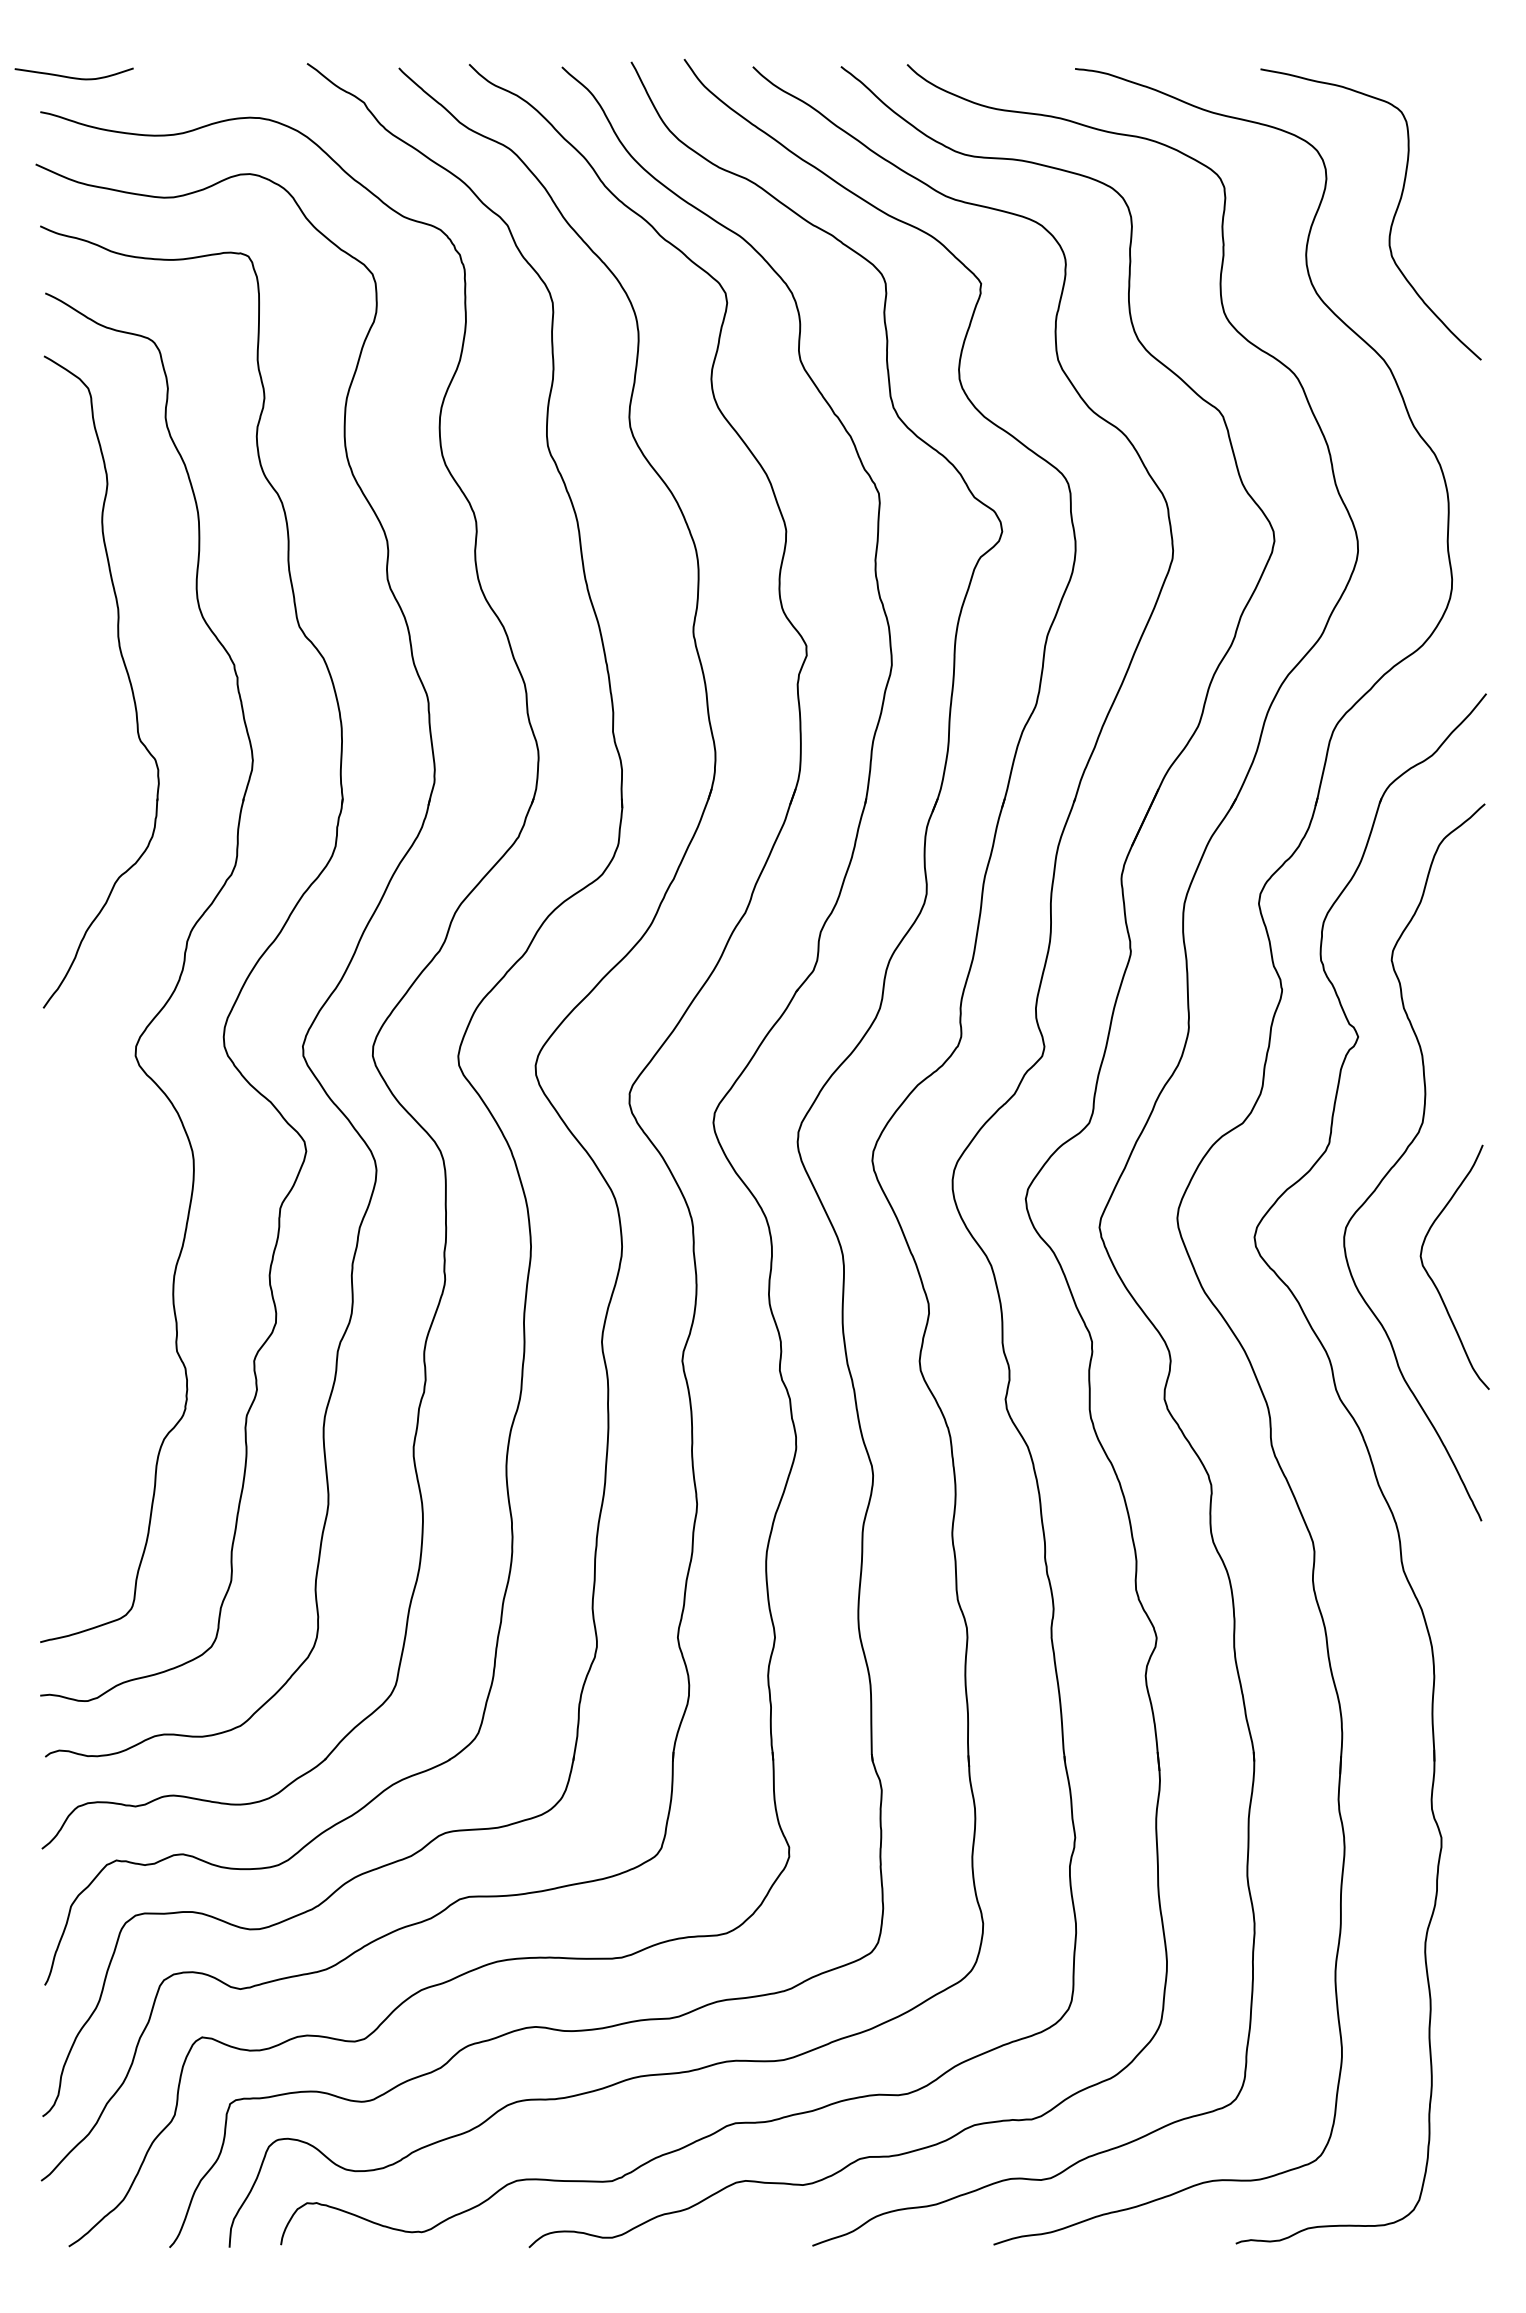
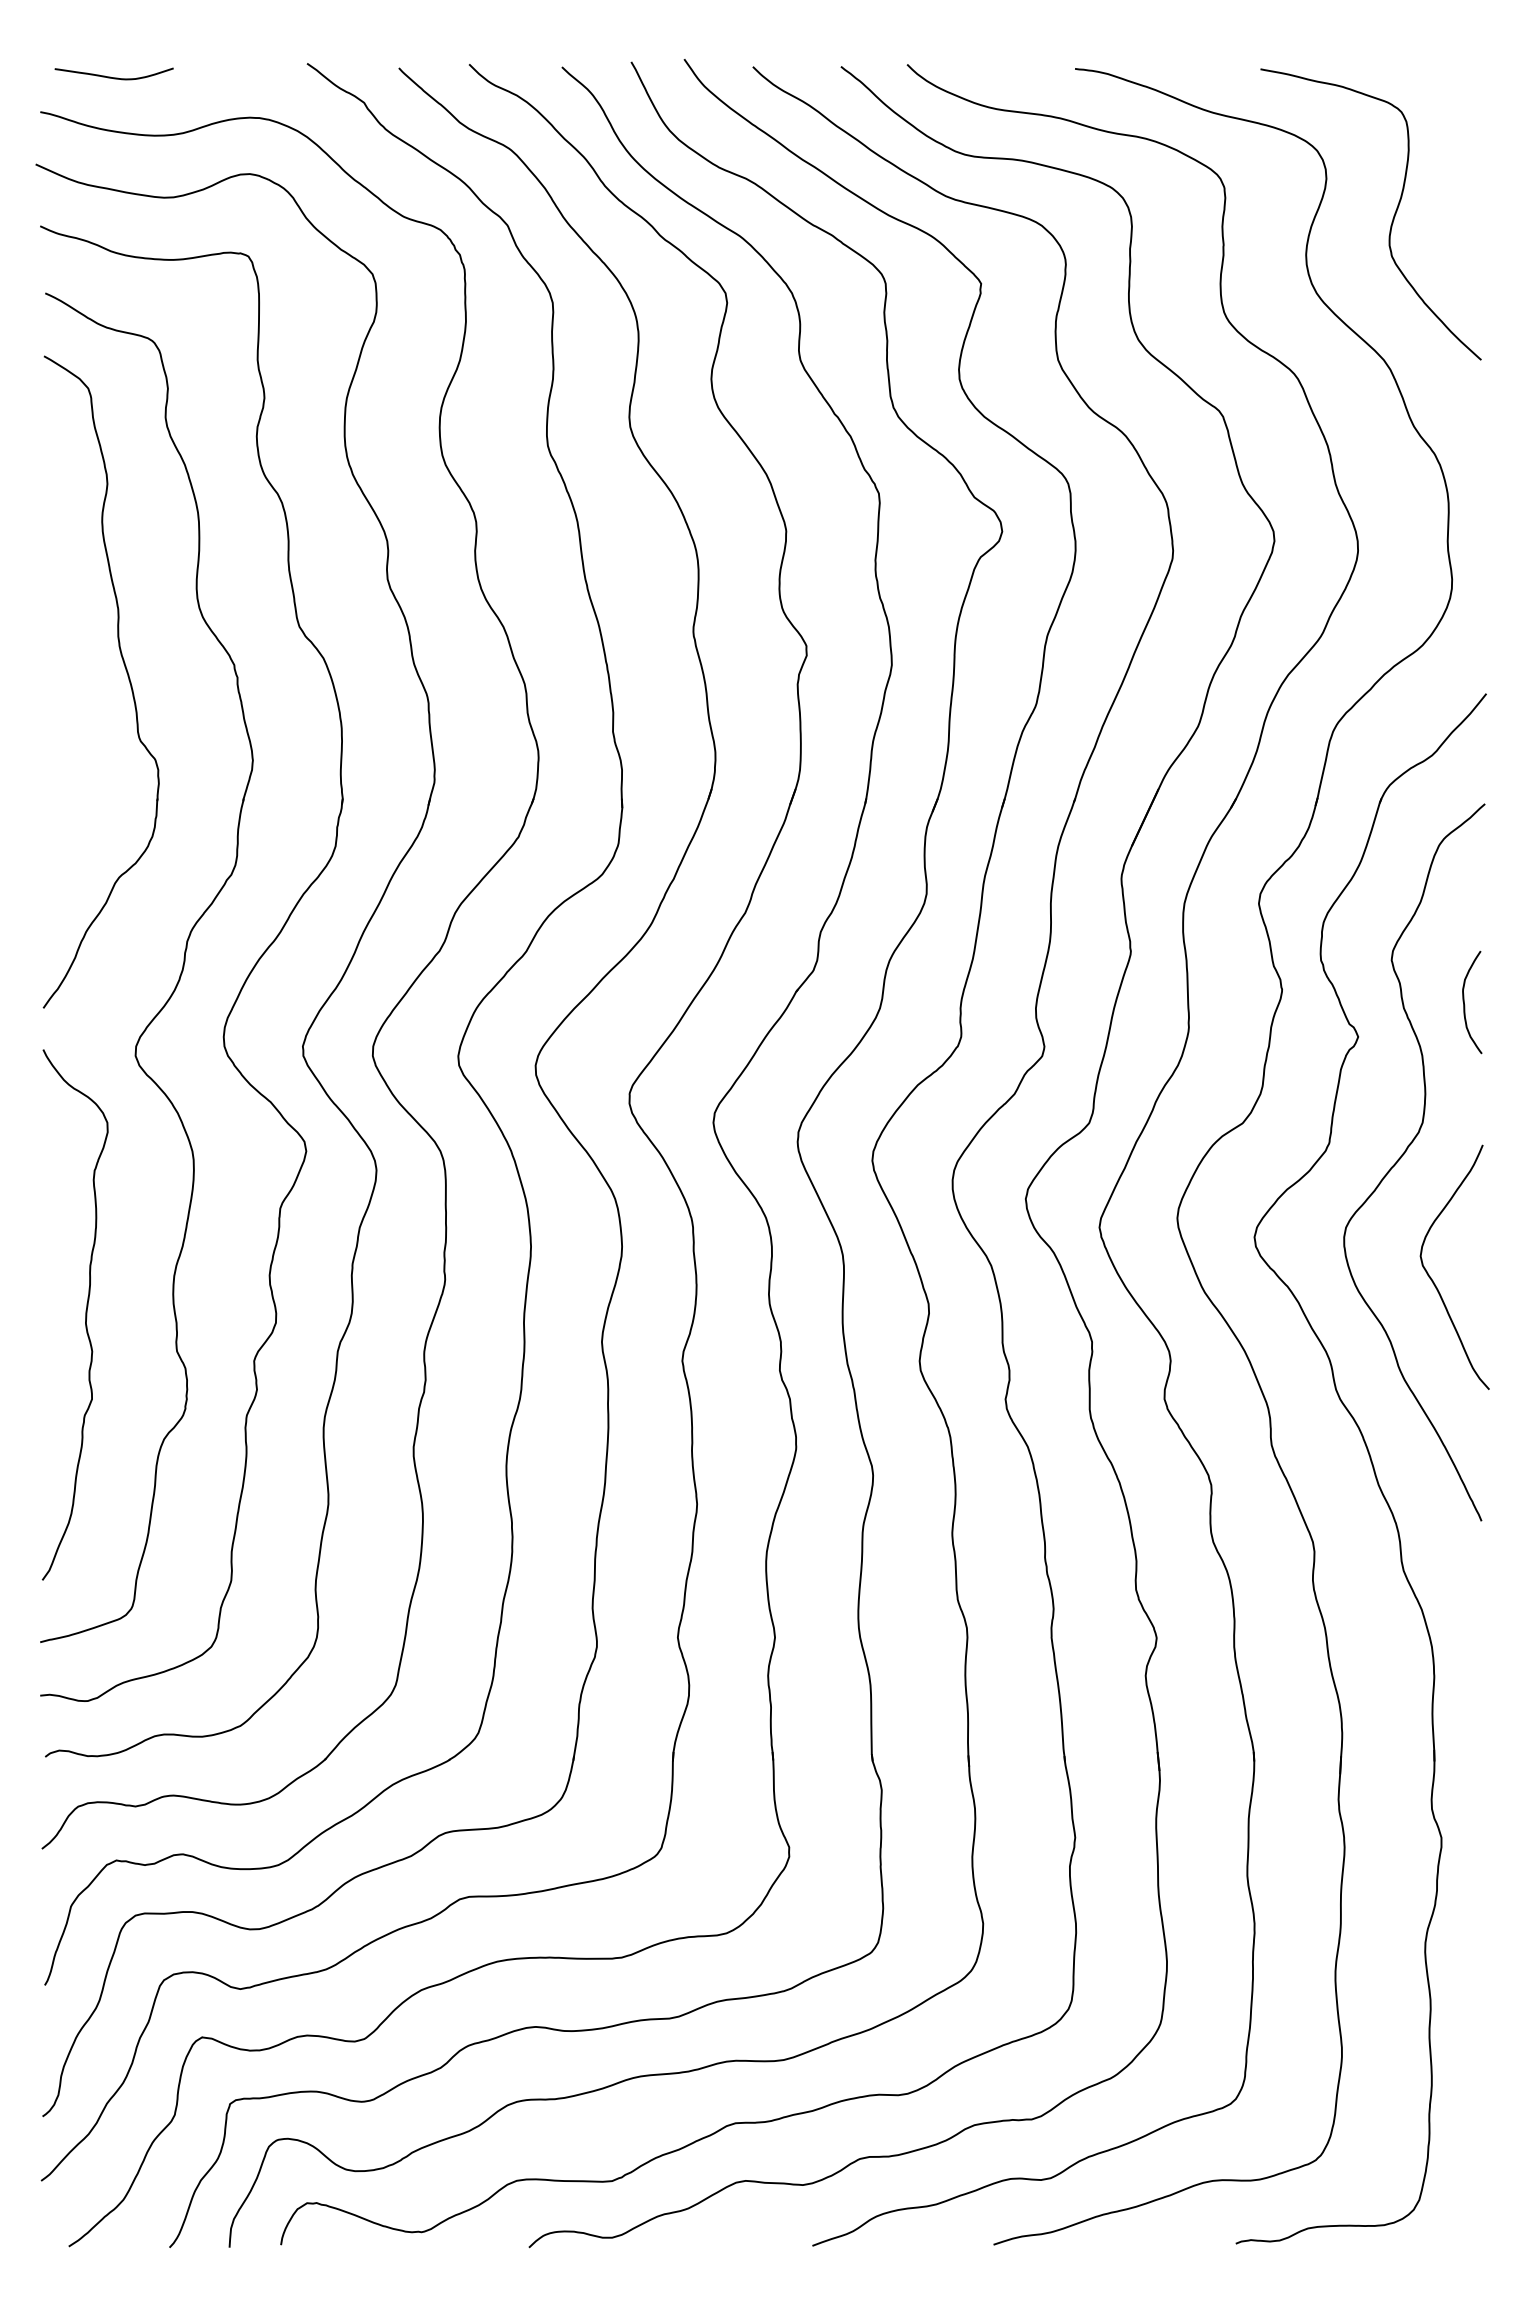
curve at (73, 77) position: (73, 77) -> (113, 77)
curve at (1465, 1005): none -> present
curve at (85, 1314): none -> present
